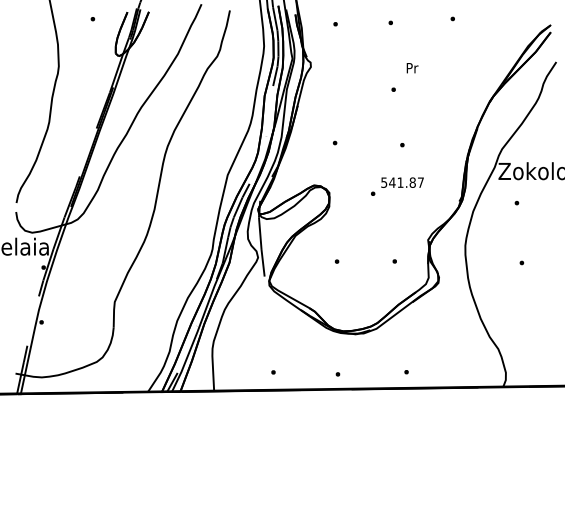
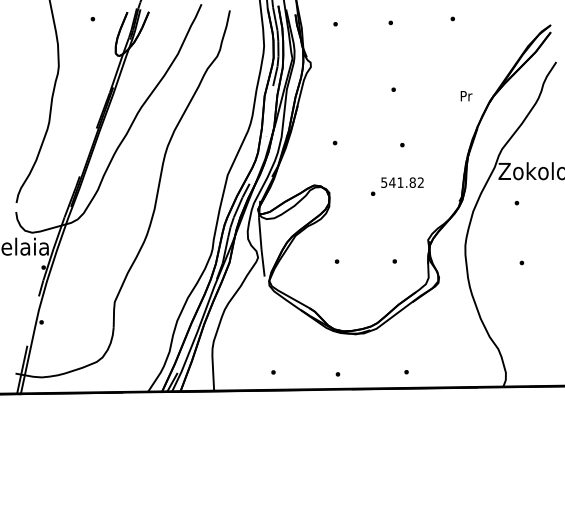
text at (412, 68) position: (412, 68) -> (466, 96)
text at (420, 182): 541.87 -> 541.82
